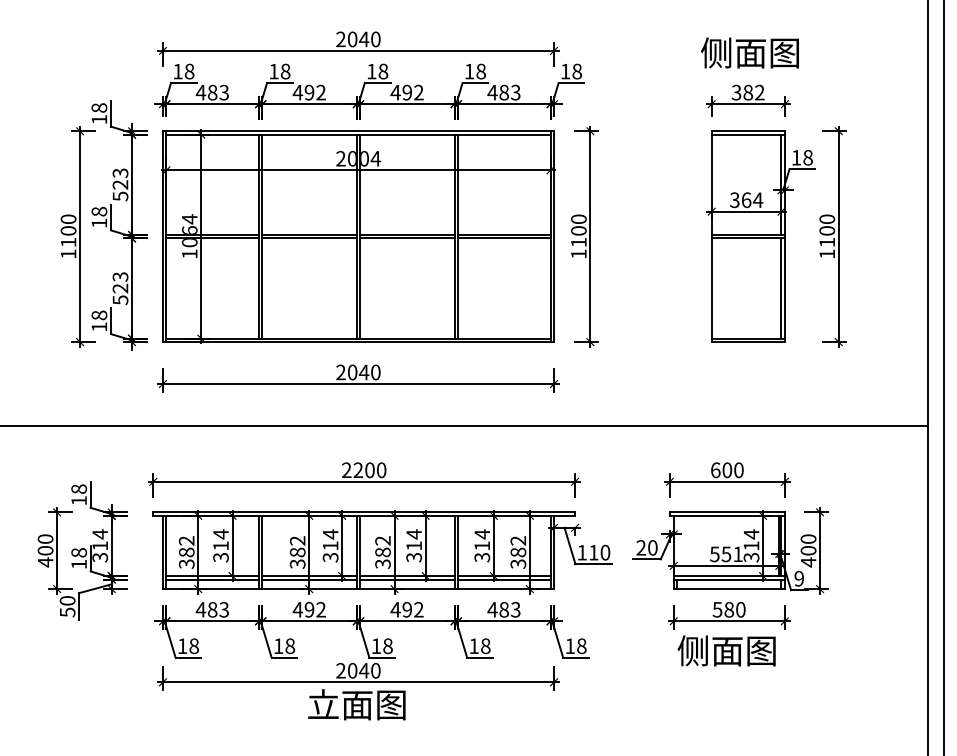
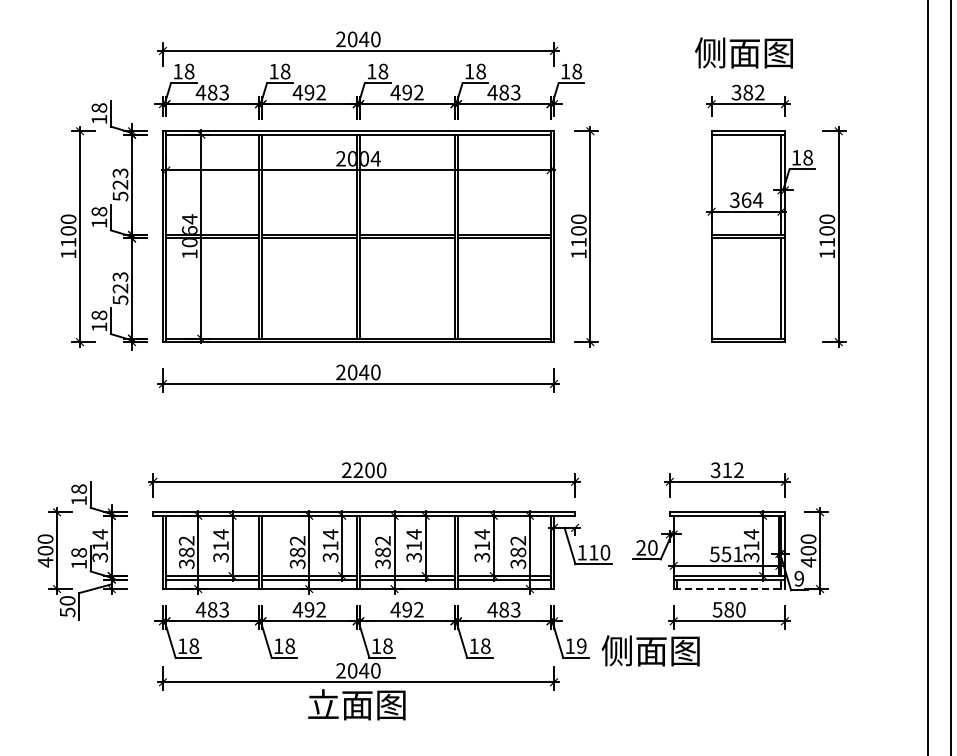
text at (749, 52) position: (749, 52) -> (743, 52)
line at (944, 377) position: (944, 377) -> (951, 377)
line at (465, 425): present -> none
text at (726, 470): 600 -> 312
line at (729, 589): solid -> dashed
text at (581, 646): 18 -> 19
text at (726, 650) position: (726, 650) -> (650, 650)
